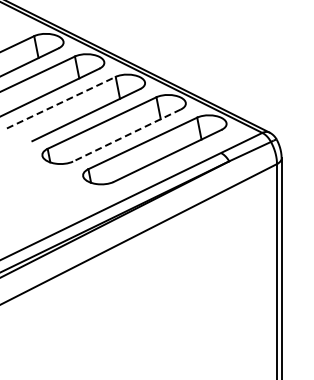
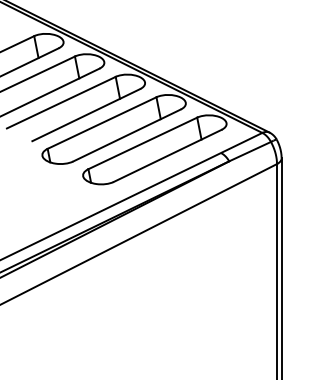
line at (61, 102): dashed -> solid
line at (127, 135): dashed -> solid
